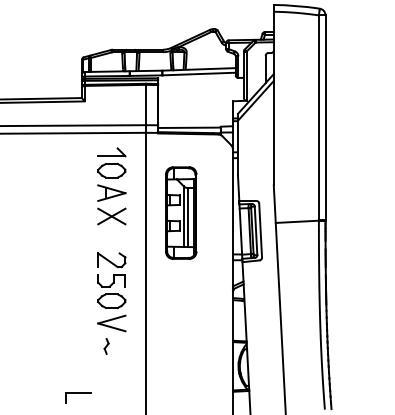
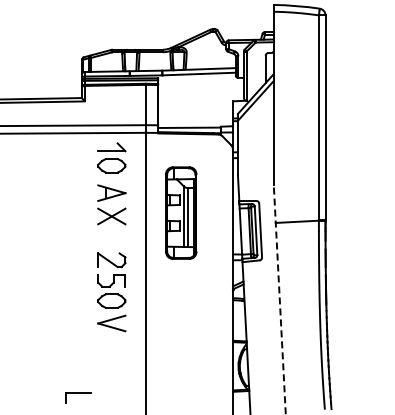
part at (111, 162) position: (111, 162) -> (111, 157)
line at (279, 299): solid -> dashed
part at (106, 346): present -> none
